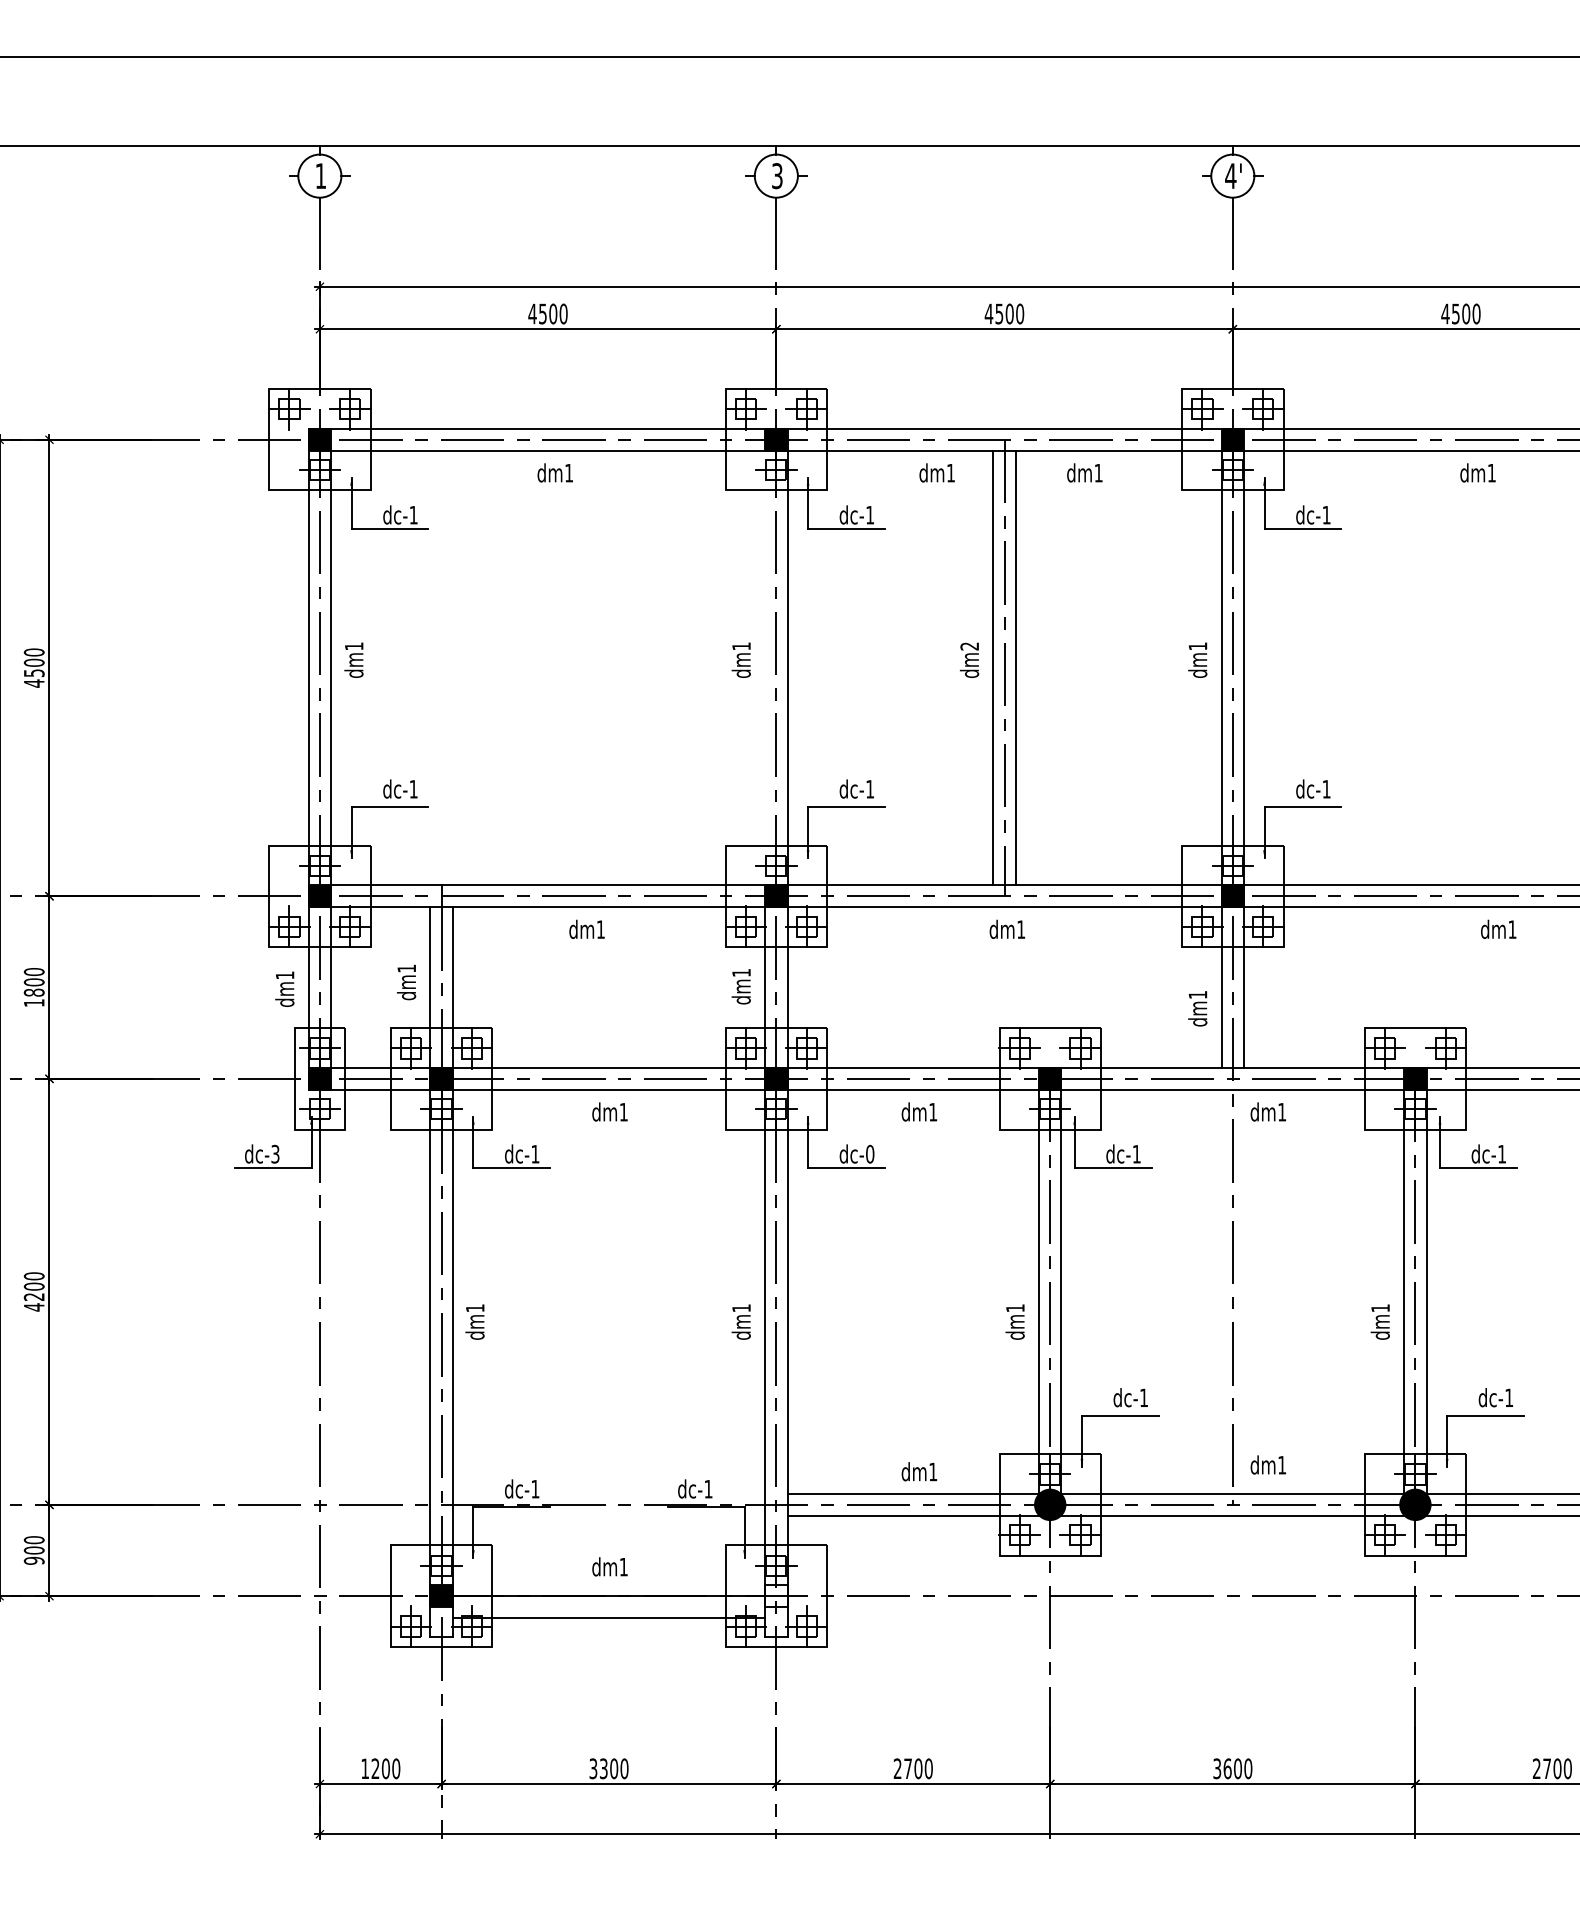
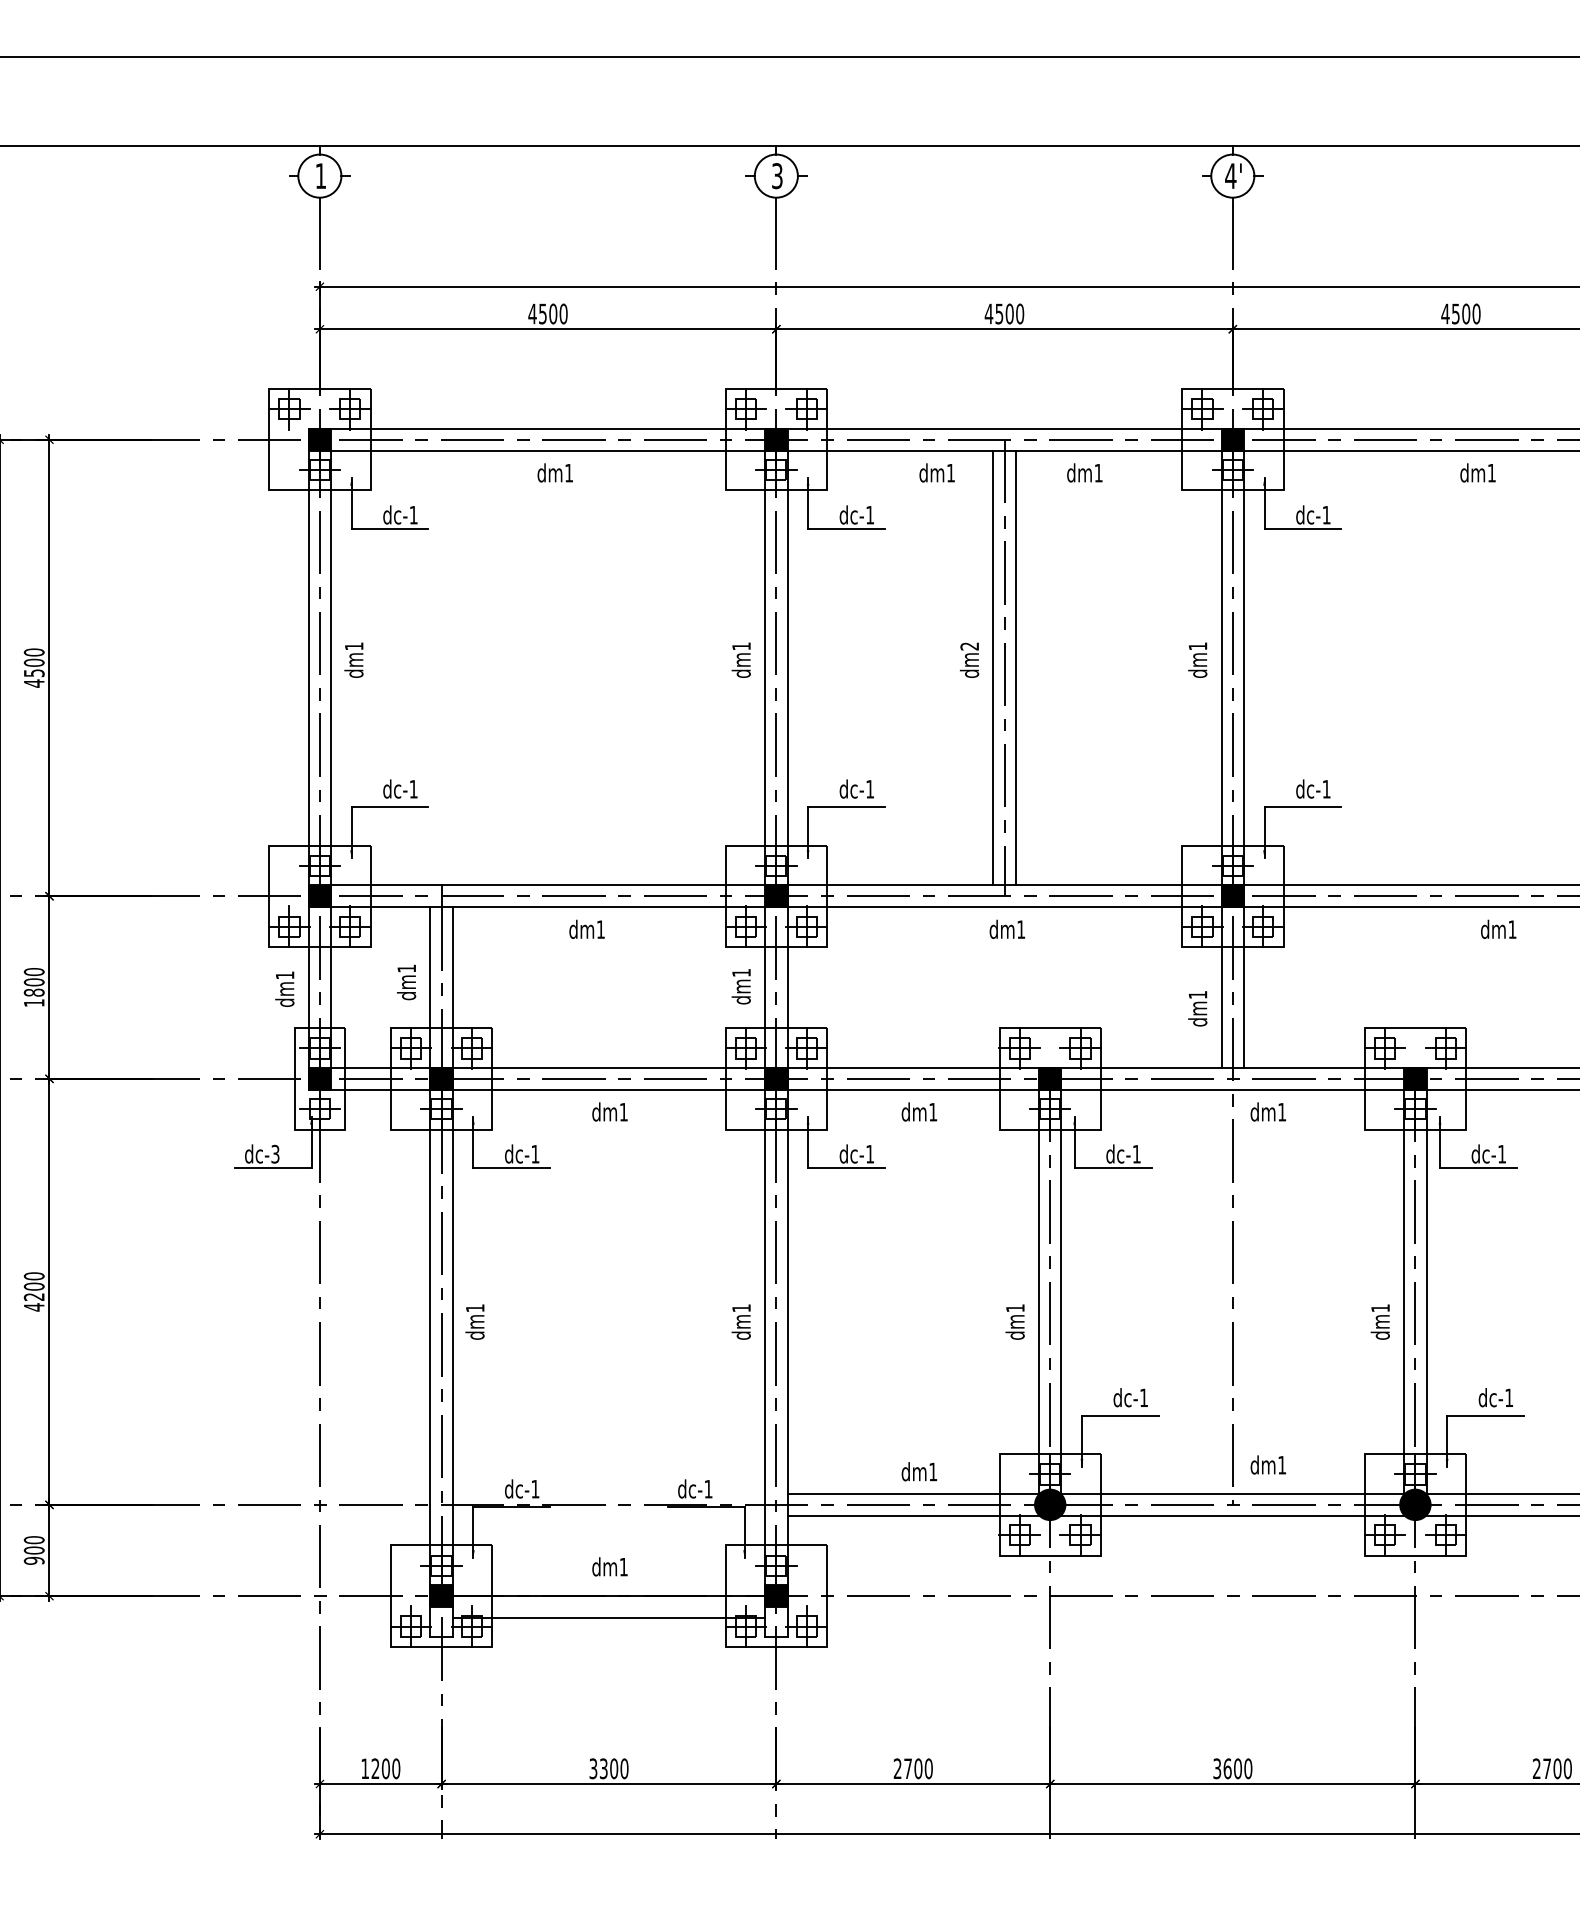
line at (765, 667): none -> present
text at (870, 1153): dc-0 -> dc-1
fill at (776, 1596): none -> present
